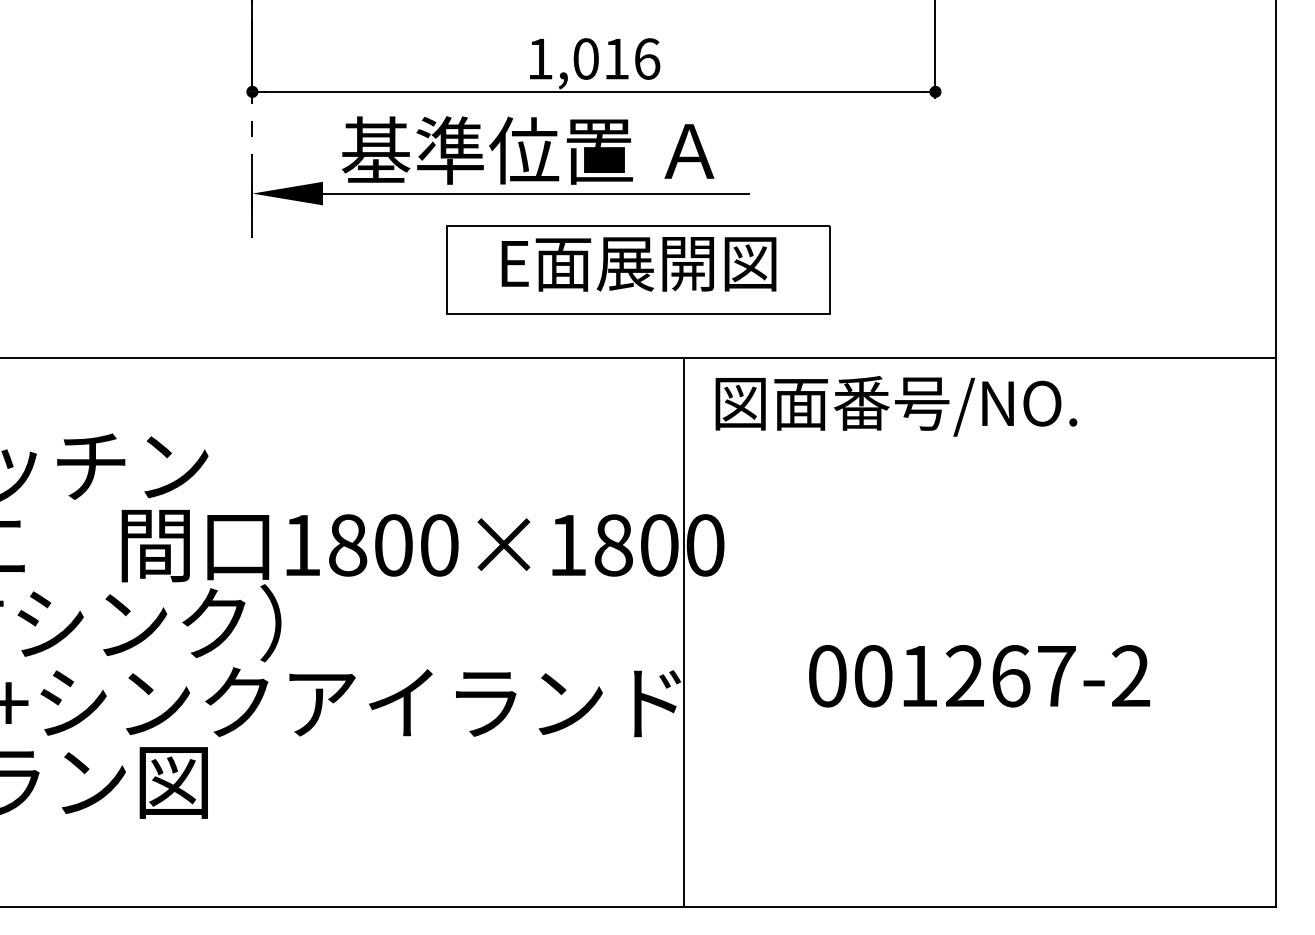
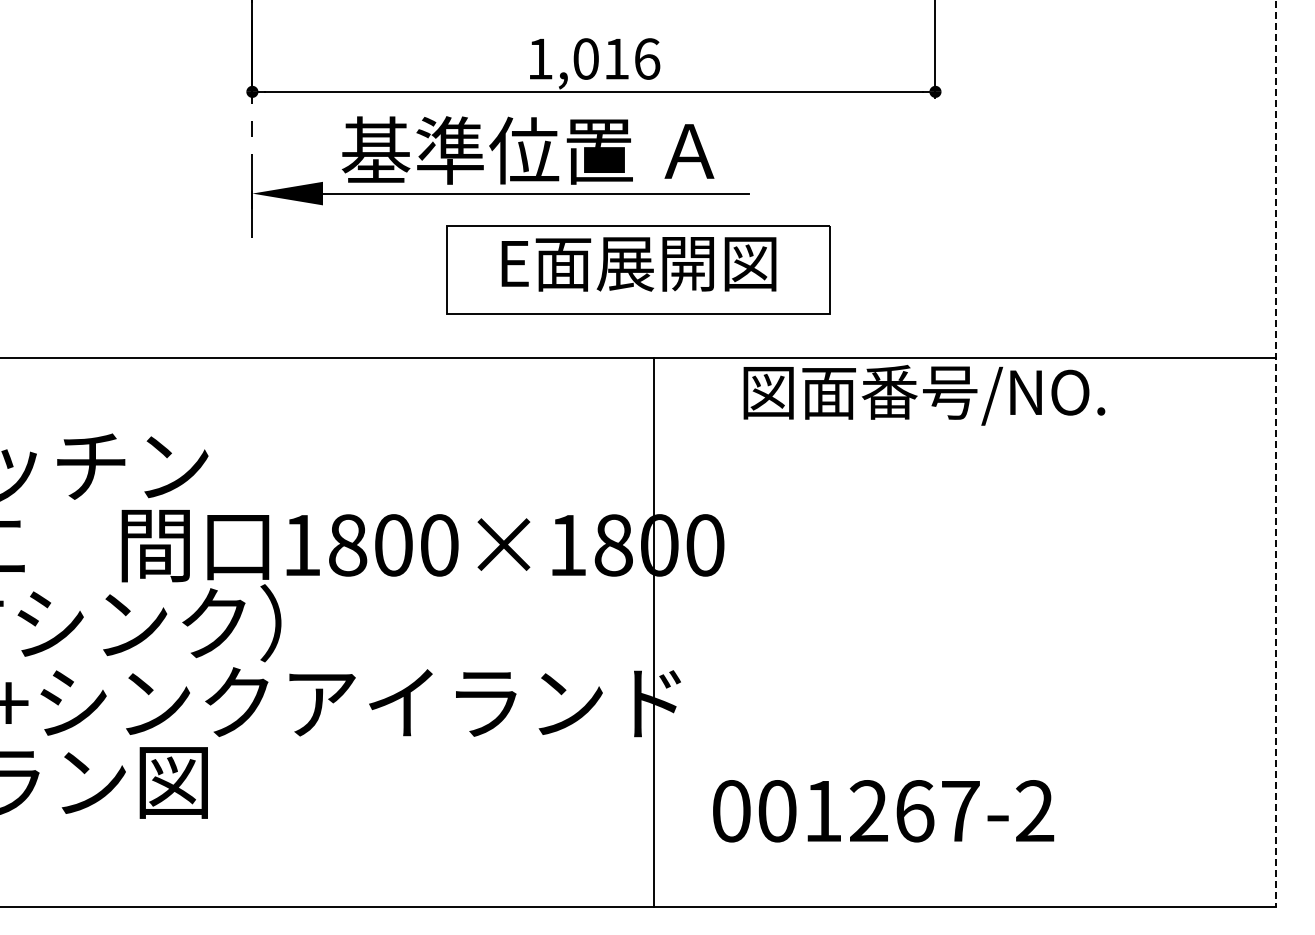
text at (896, 406) position: (896, 406) -> (924, 395)
line at (1275, 453): solid -> dashed
line at (683, 631) position: (683, 631) -> (653, 631)
text at (979, 676) position: (979, 676) -> (883, 811)
